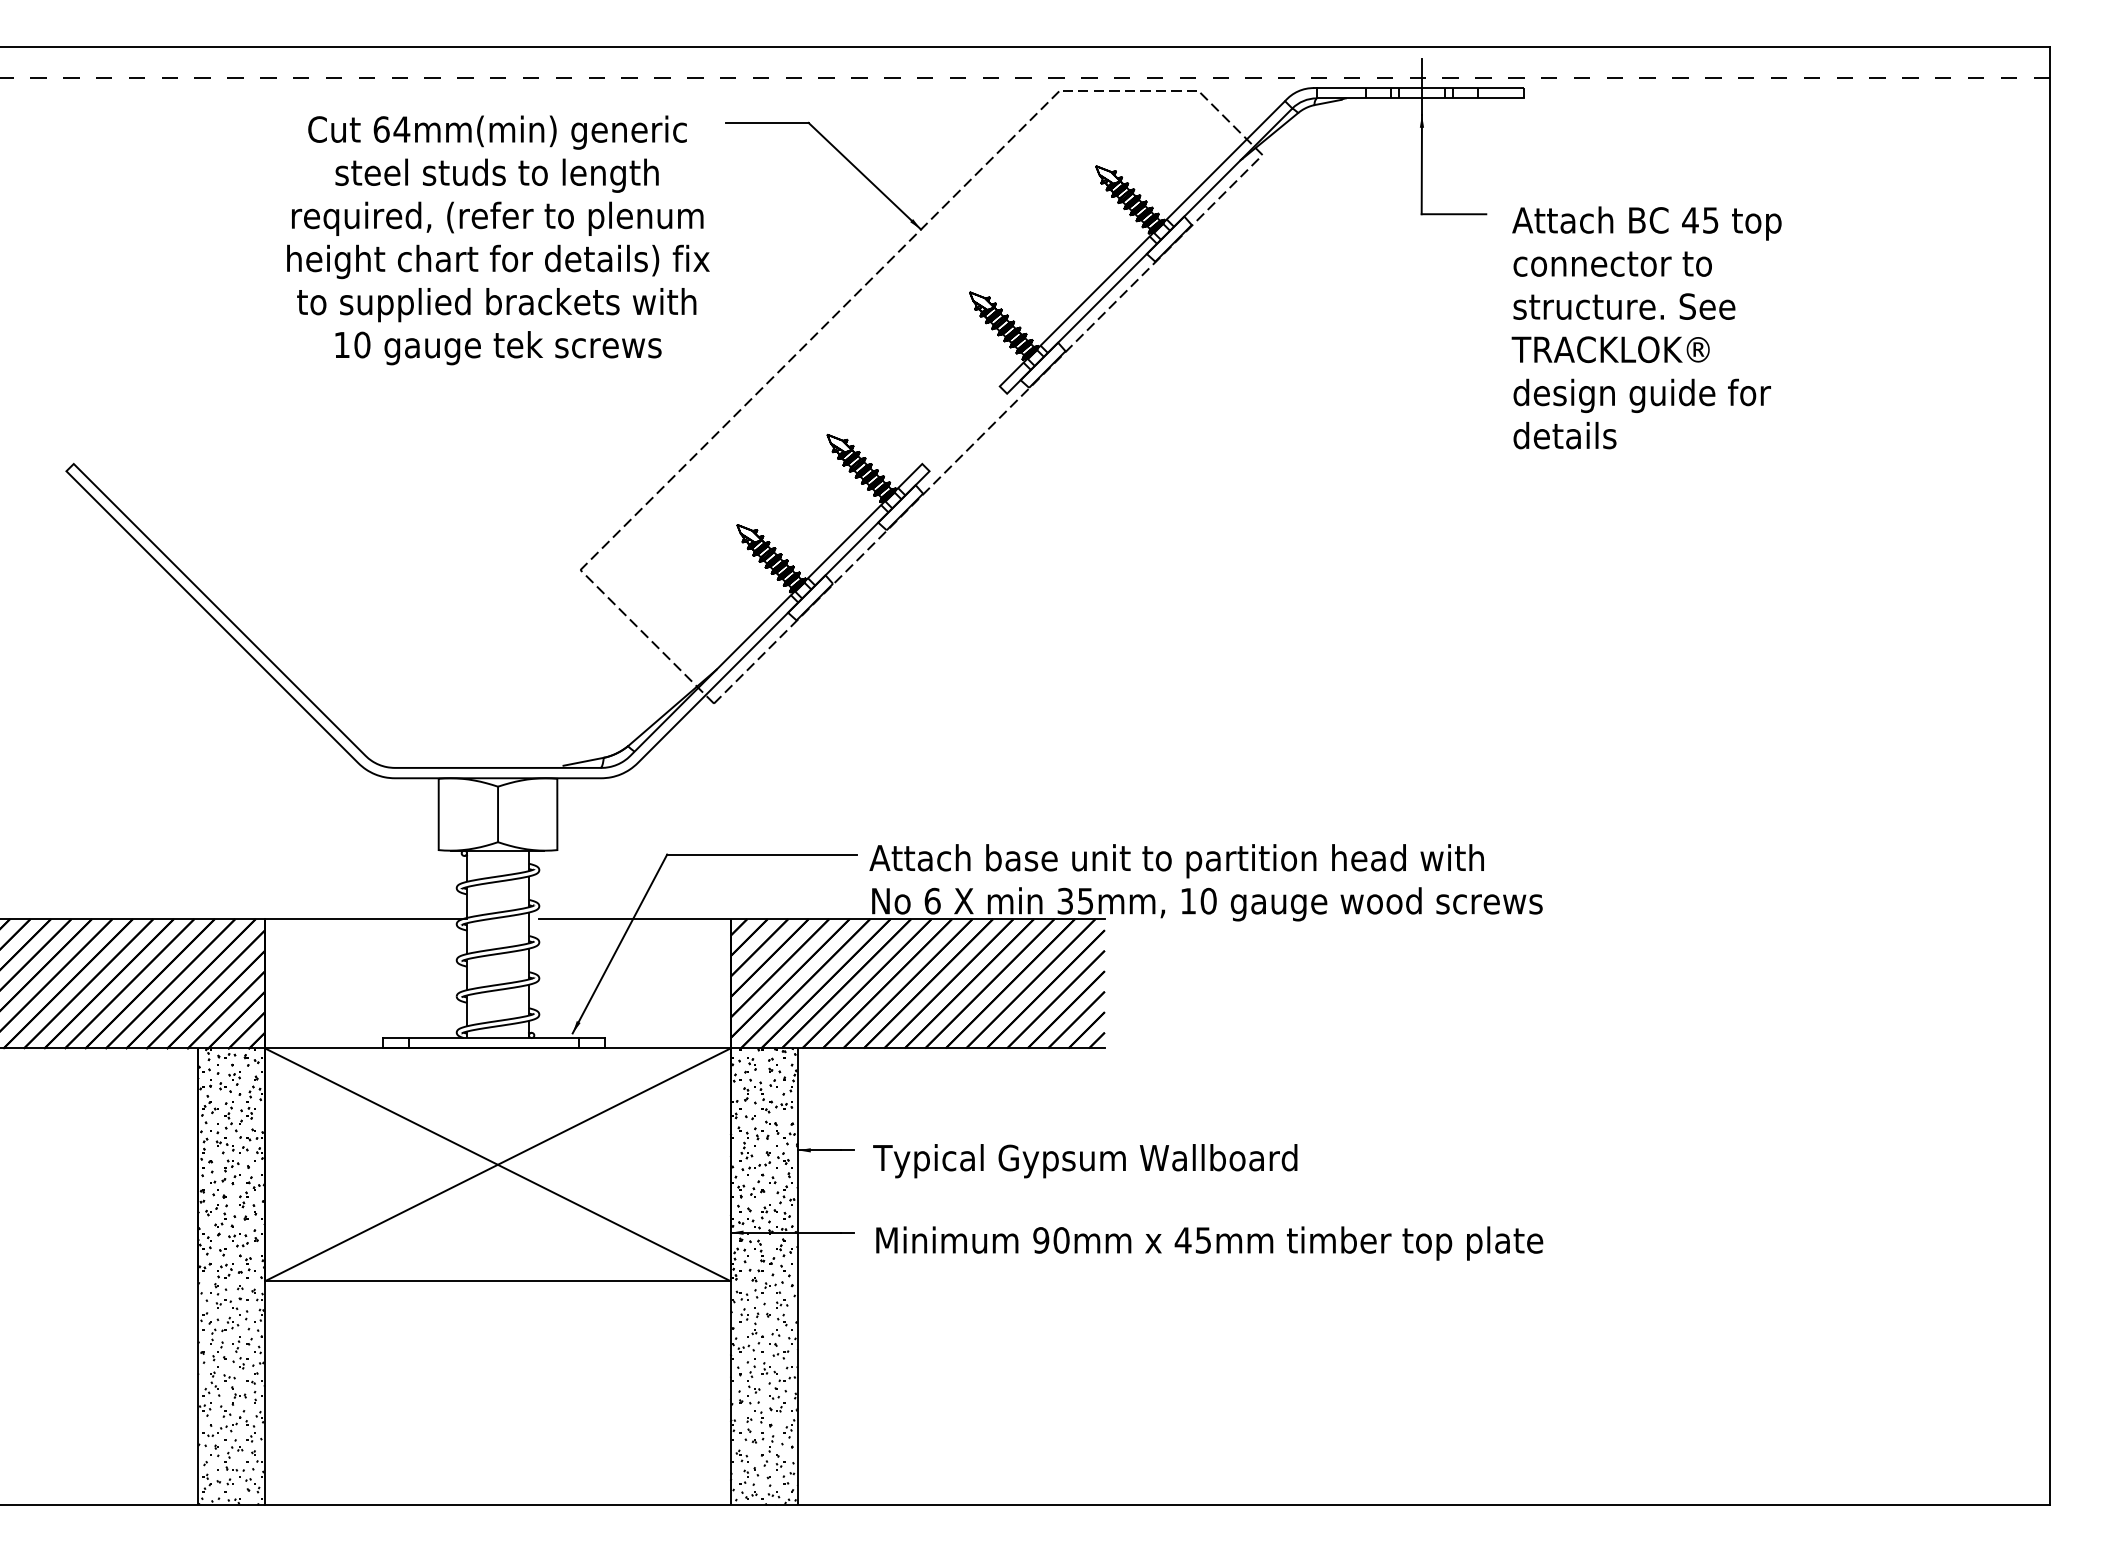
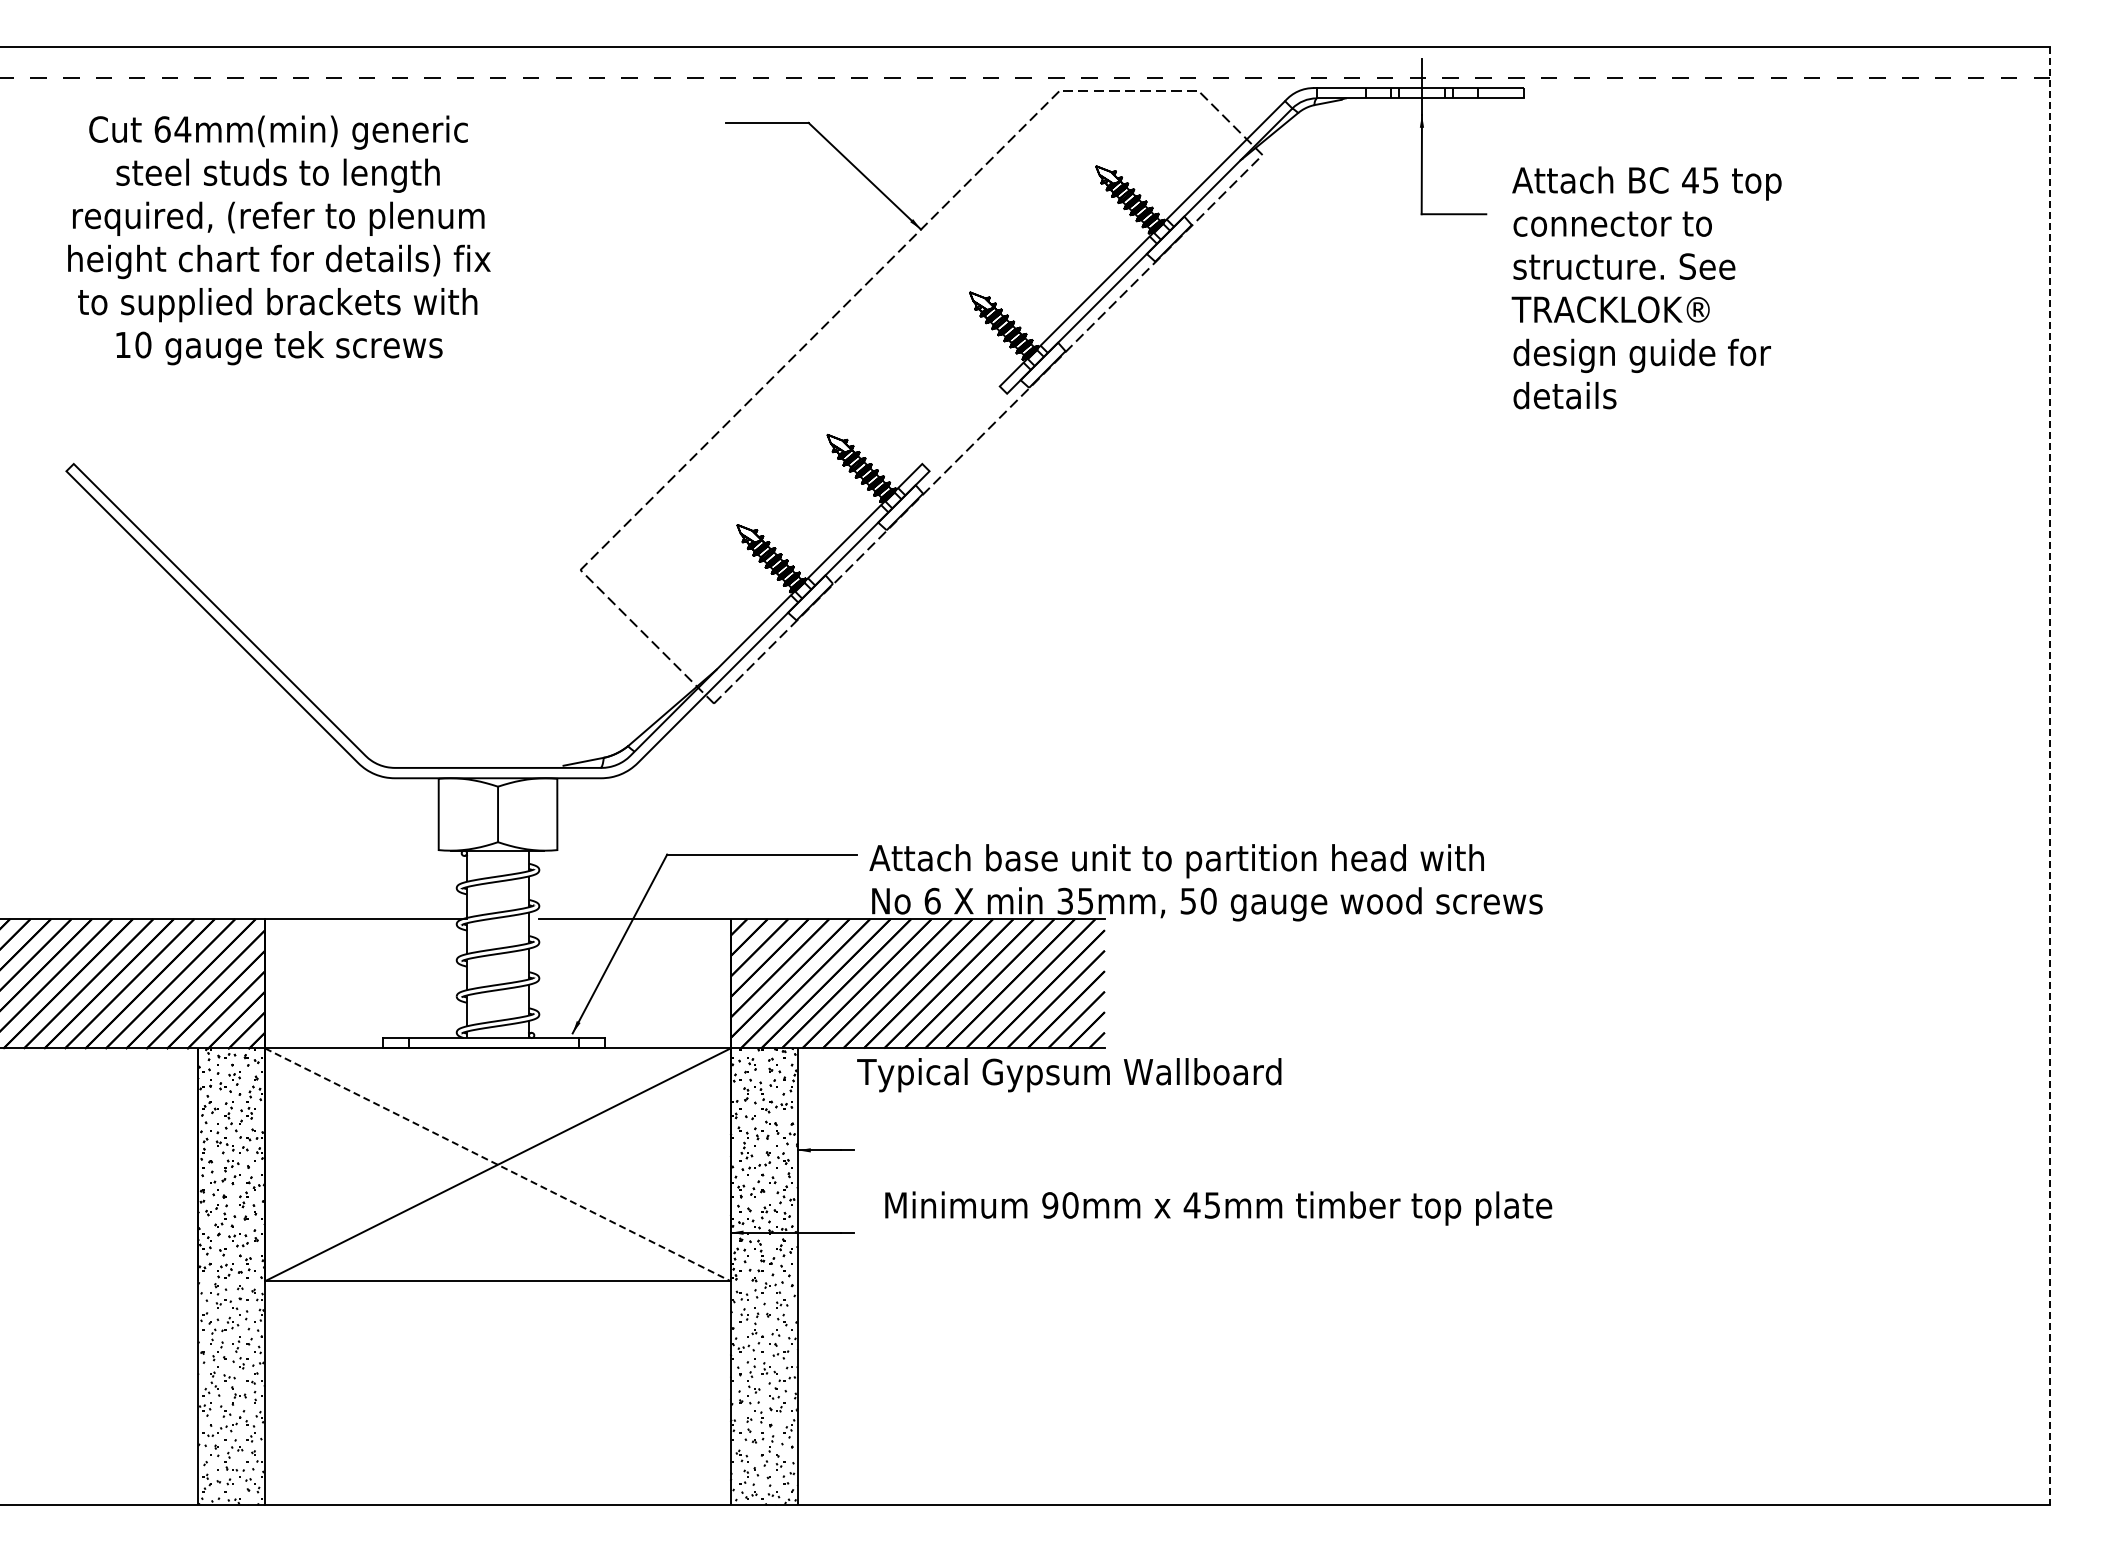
text at (498, 240) position: (498, 240) -> (279, 240)
text at (1646, 327) position: (1646, 327) -> (1646, 287)
line at (2049, 776): solid -> dashed
text at (1187, 901): 10 -> 50
text at (1085, 1161) position: (1085, 1161) -> (1069, 1075)
line at (498, 1165): solid -> dashed
text at (1209, 1243) position: (1209, 1243) -> (1218, 1208)
